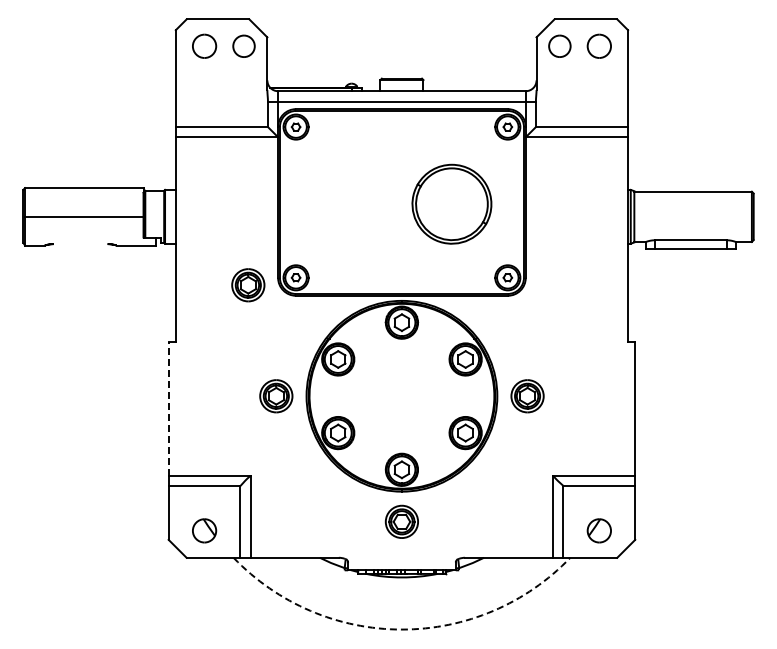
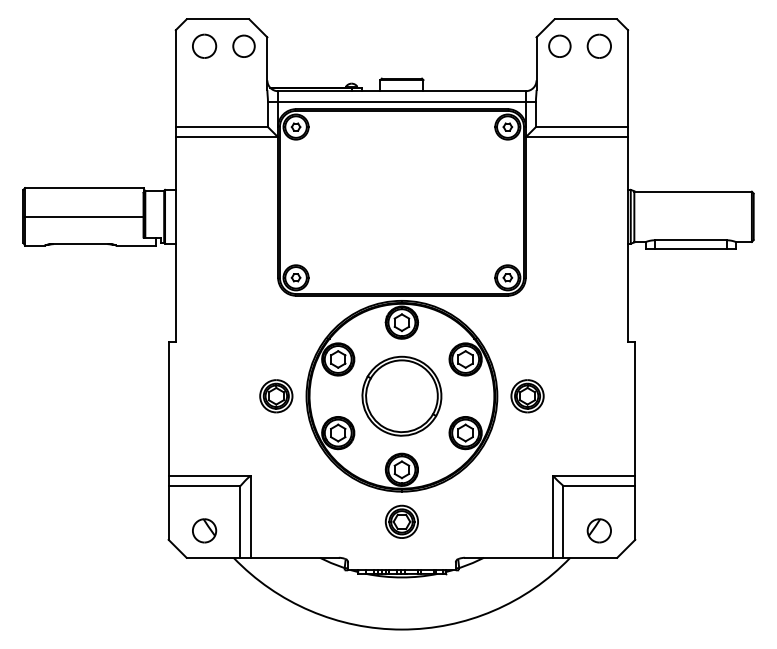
part at (451, 203) position: (451, 203) -> (401, 395)
line at (80, 244): none -> present
part at (248, 285): present -> none
line at (168, 409): dashed -> solid
arc at (401, 629): dashed -> solid
